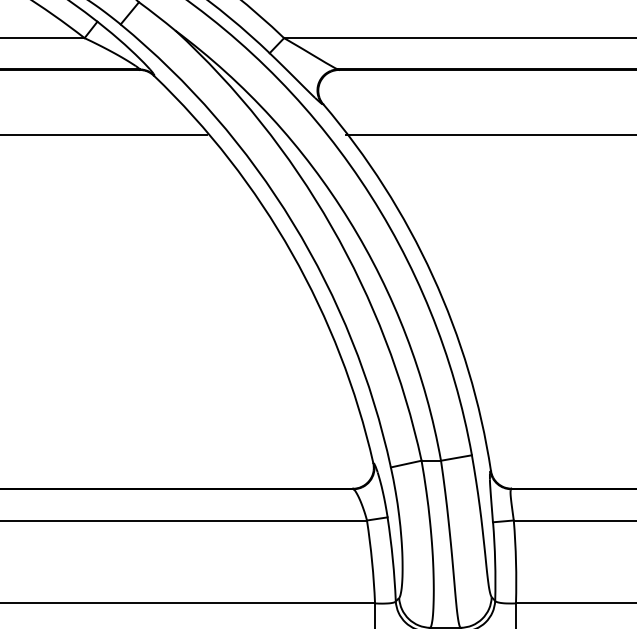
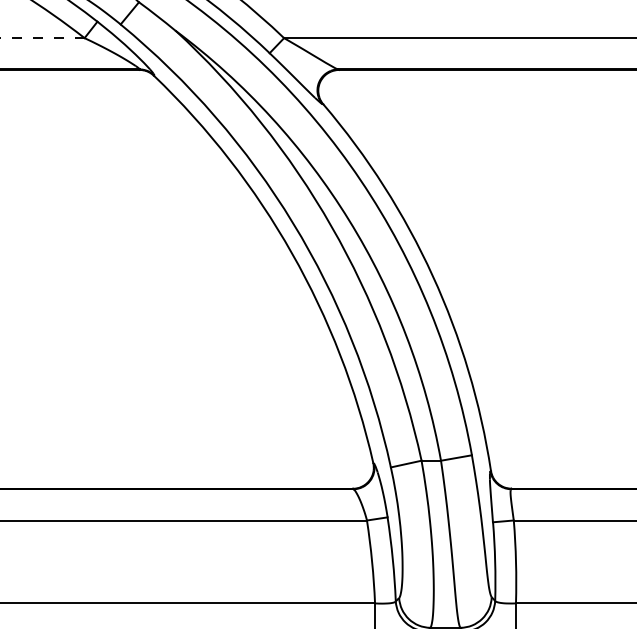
line at (42, 38): solid -> dashed
line at (104, 134): present -> none
line at (489, 134): present -> none
